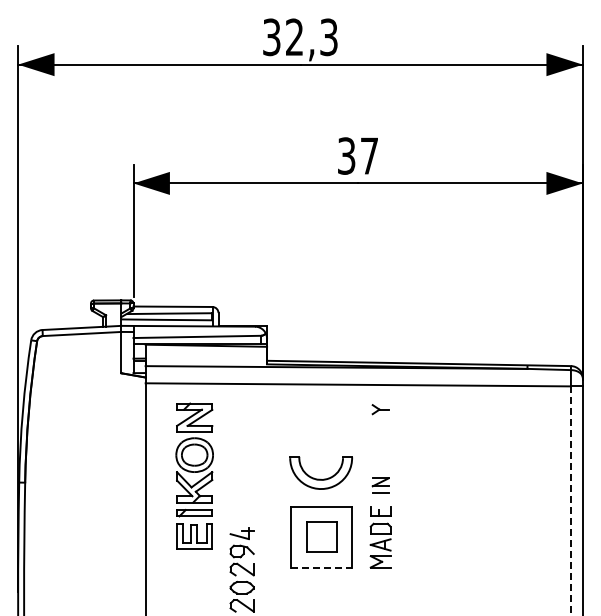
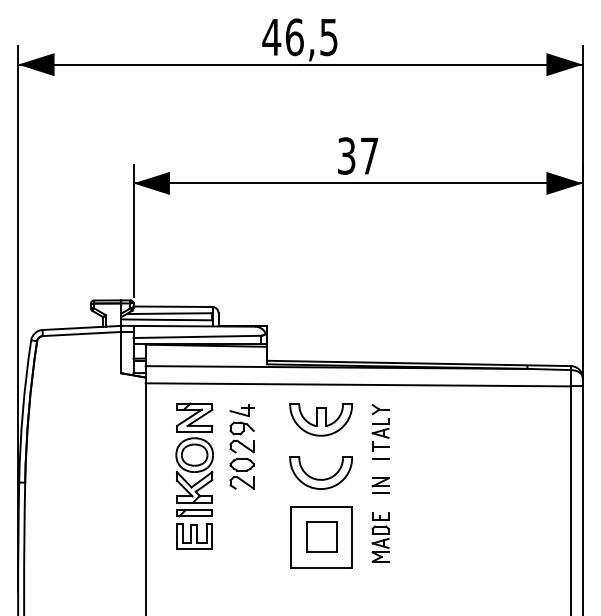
text at (299, 37): 32,3 -> 46,5
part at (320, 419): none -> present
part at (380, 438): none -> present
line at (570, 501): dashed -> solid
part at (380, 537) size: 23x63 px -> 19x51 px
line at (322, 567): dashed -> solid
part at (241, 569) position: (241, 569) -> (241, 446)
